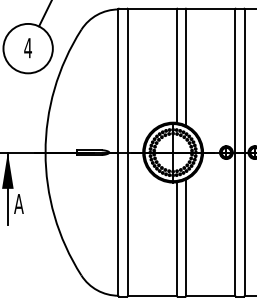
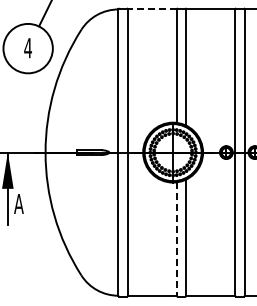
line at (151, 9): solid -> dashed
line at (176, 239): solid -> dashed
